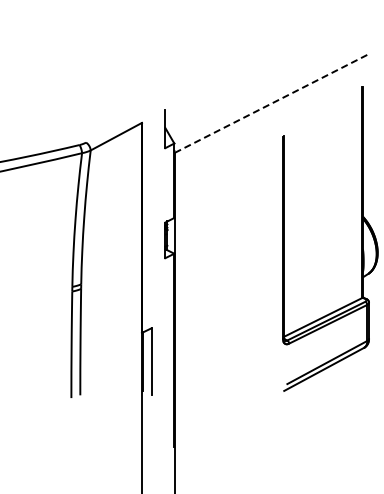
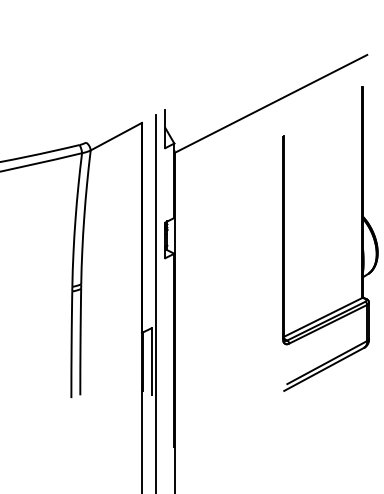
line at (270, 104): dashed -> solid
line at (156, 302): none -> present
